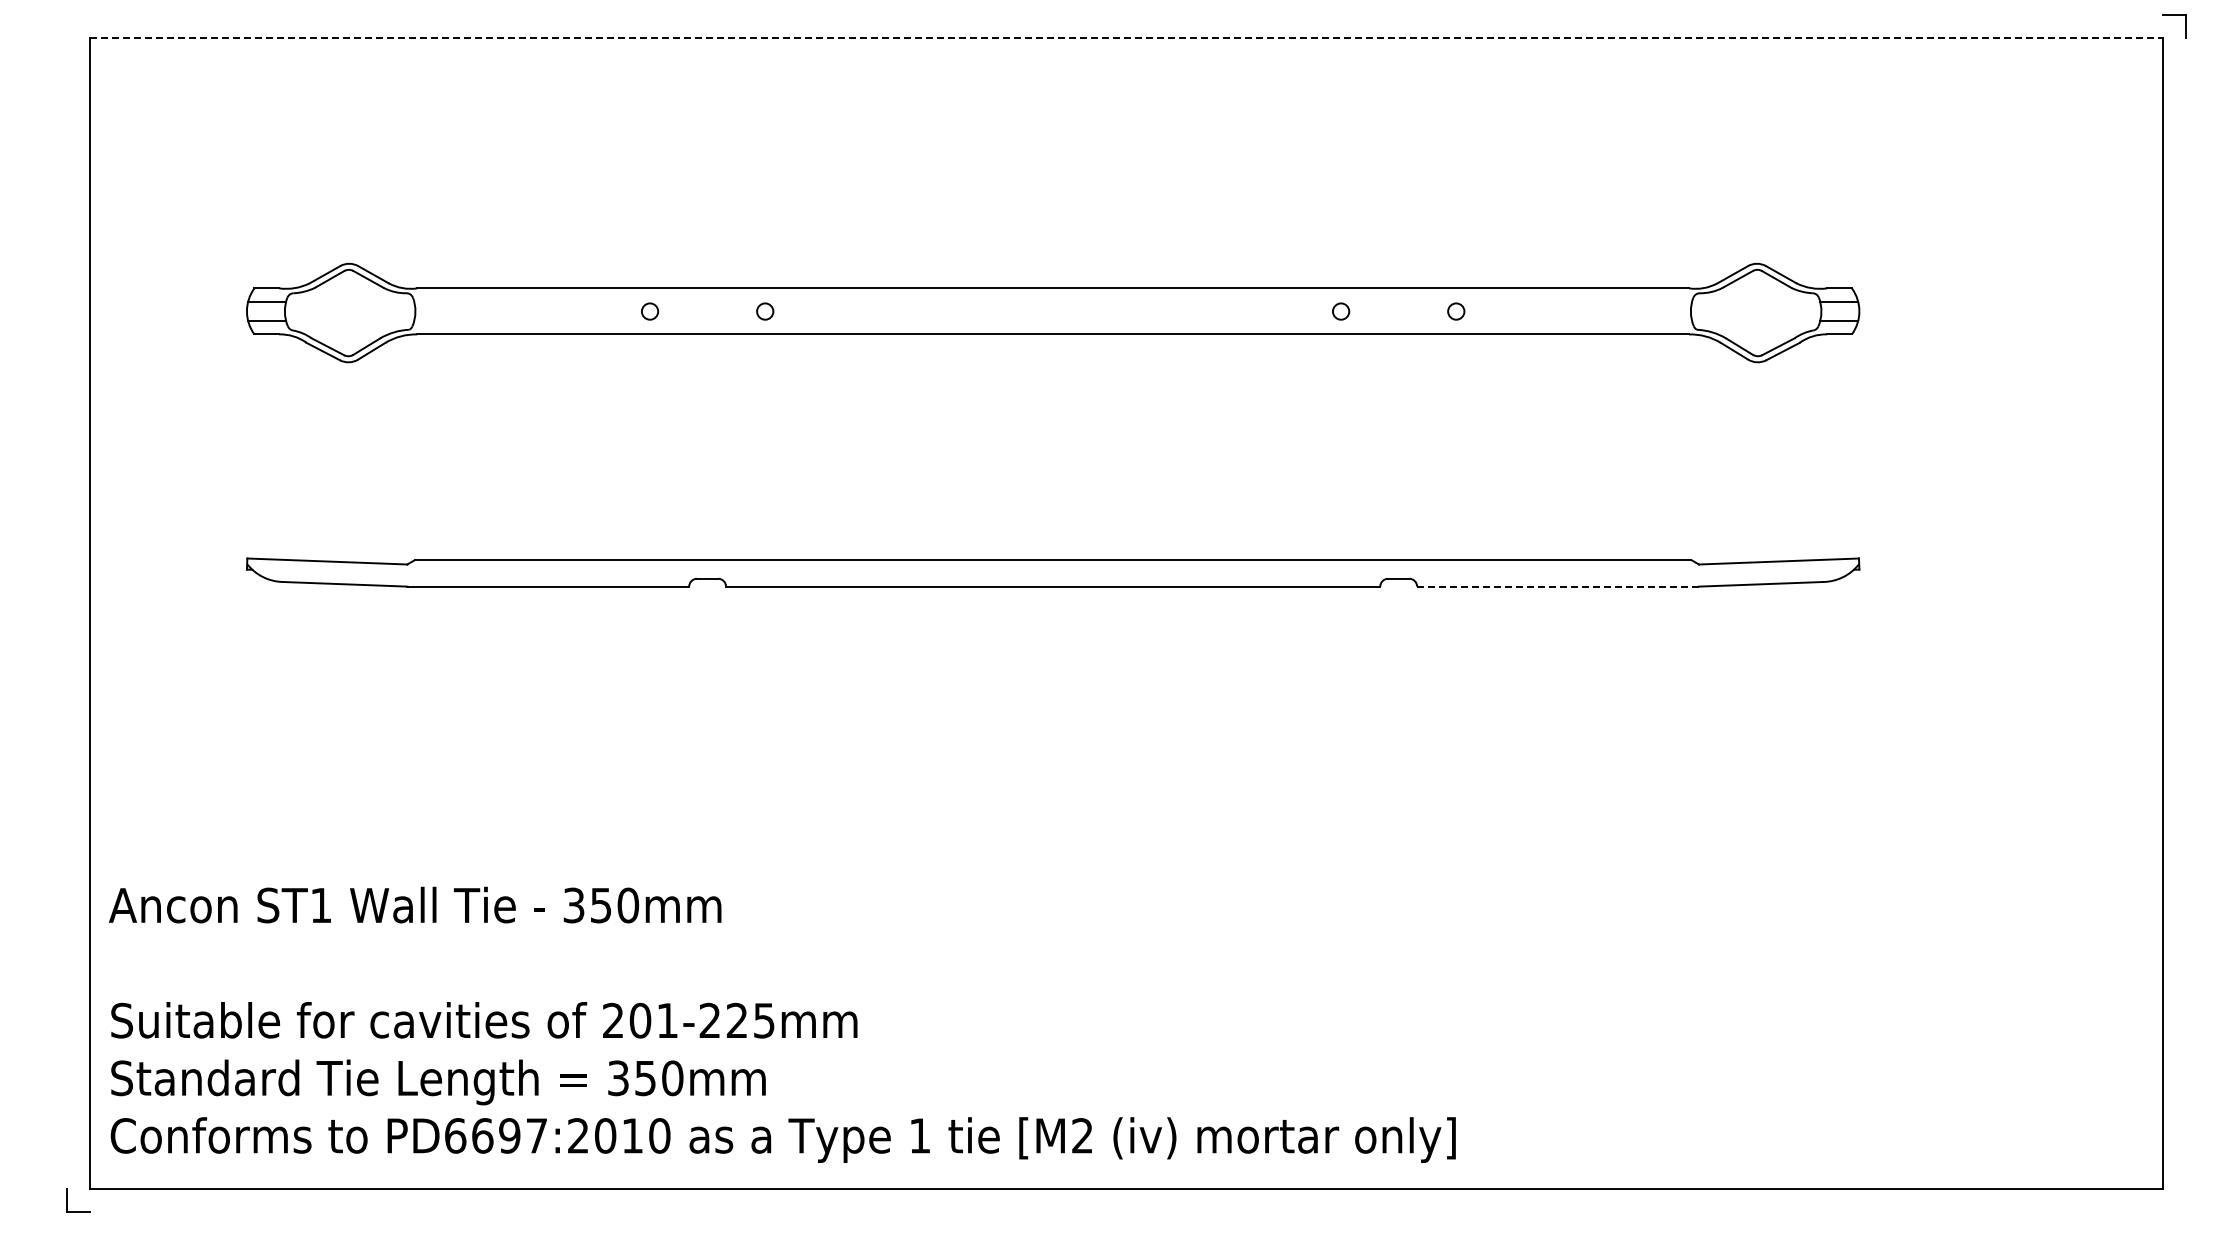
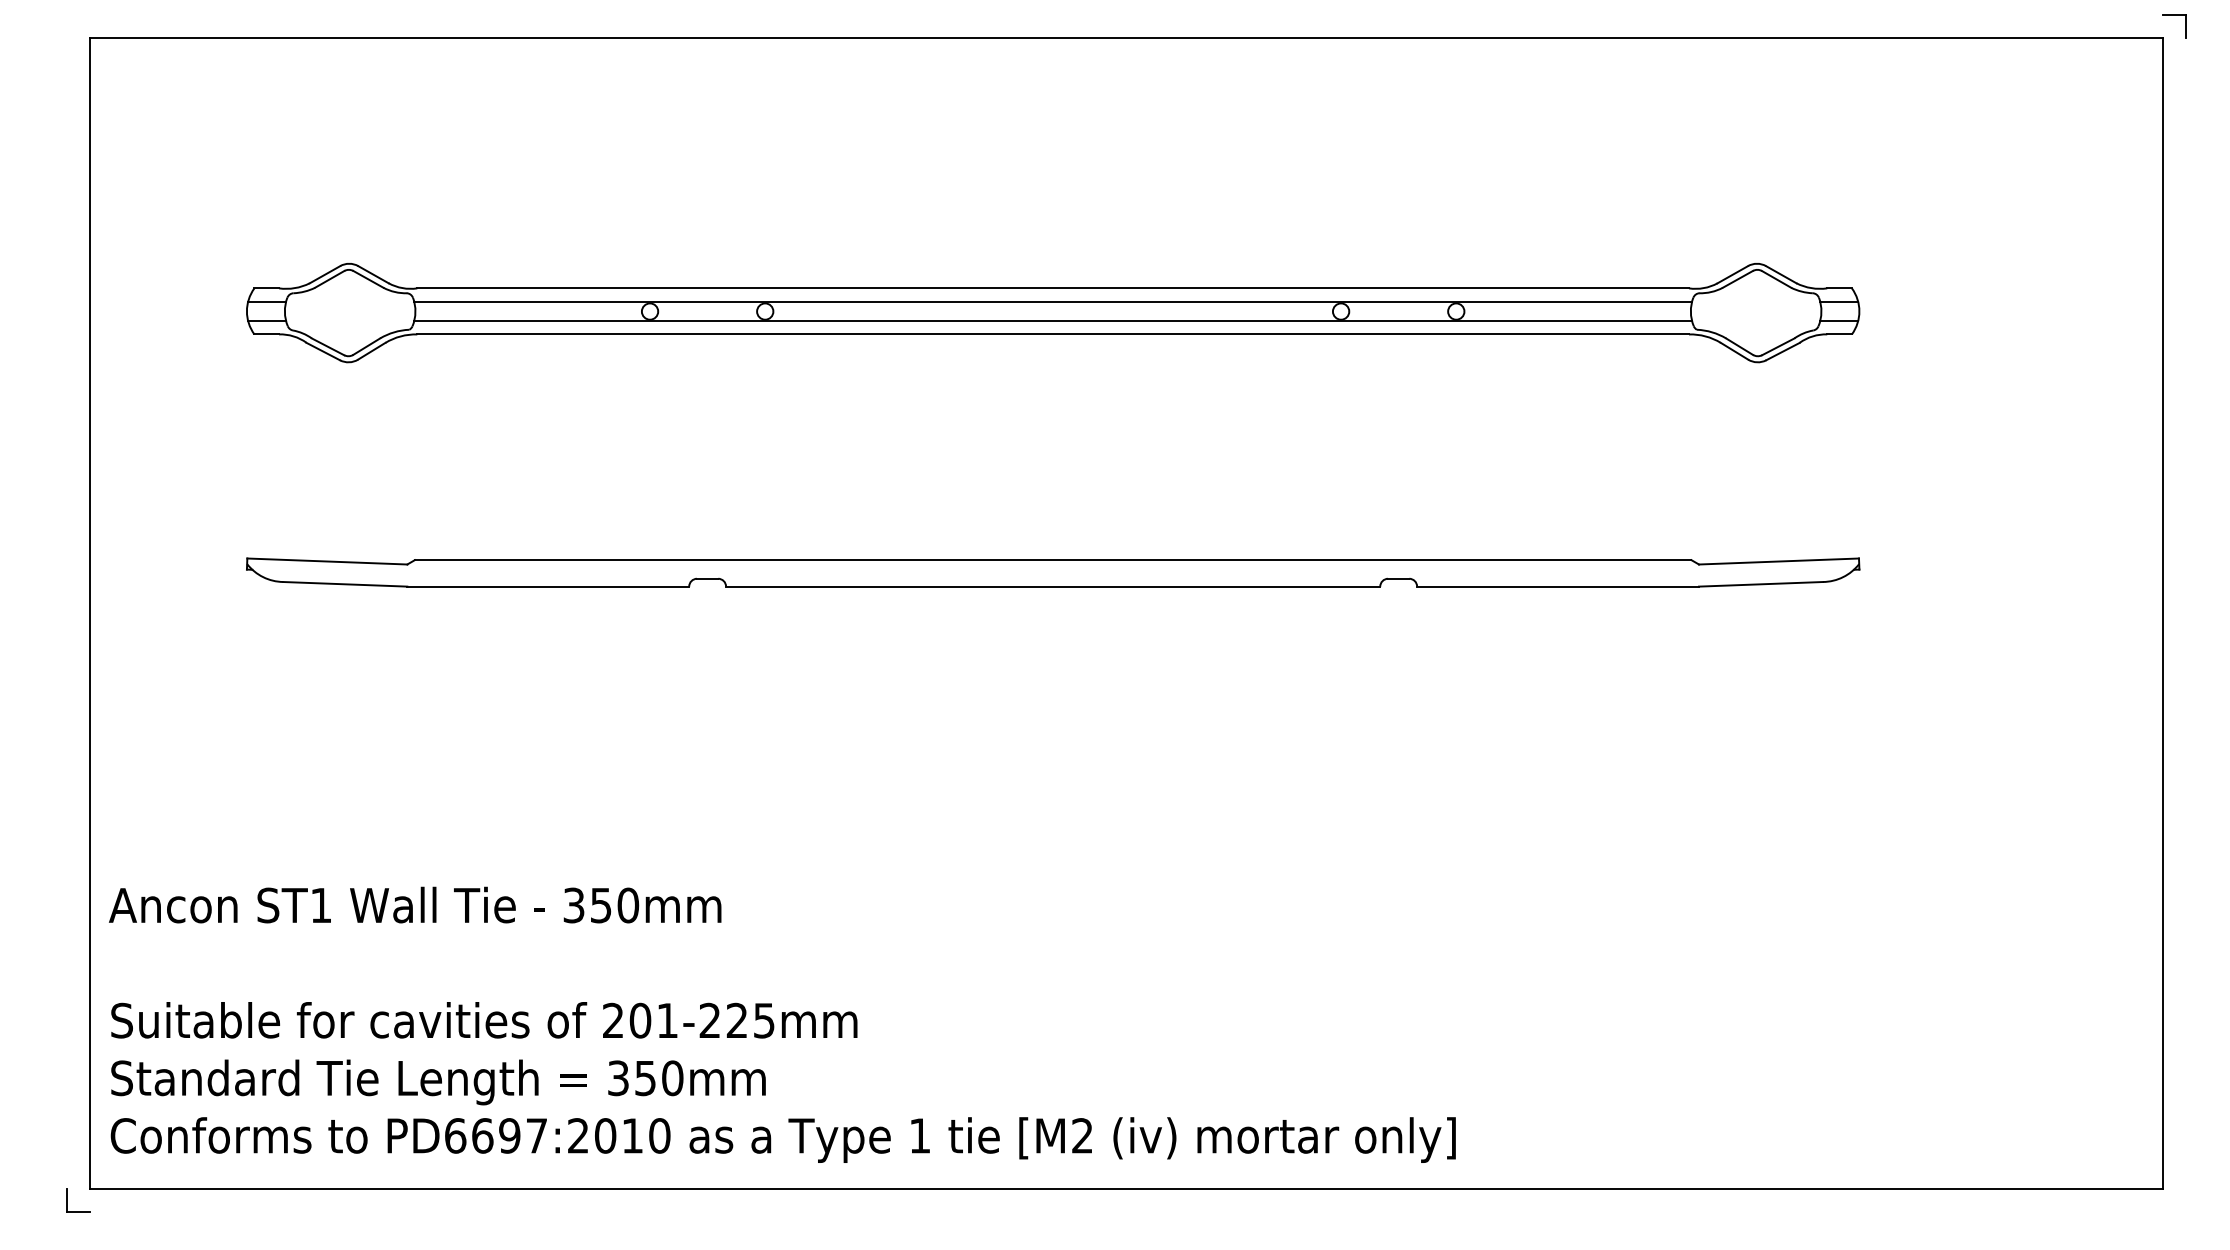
line at (1126, 37): dashed -> solid
line at (1052, 302): none -> present
line at (1052, 320): none -> present
line at (1558, 586): dashed -> solid
